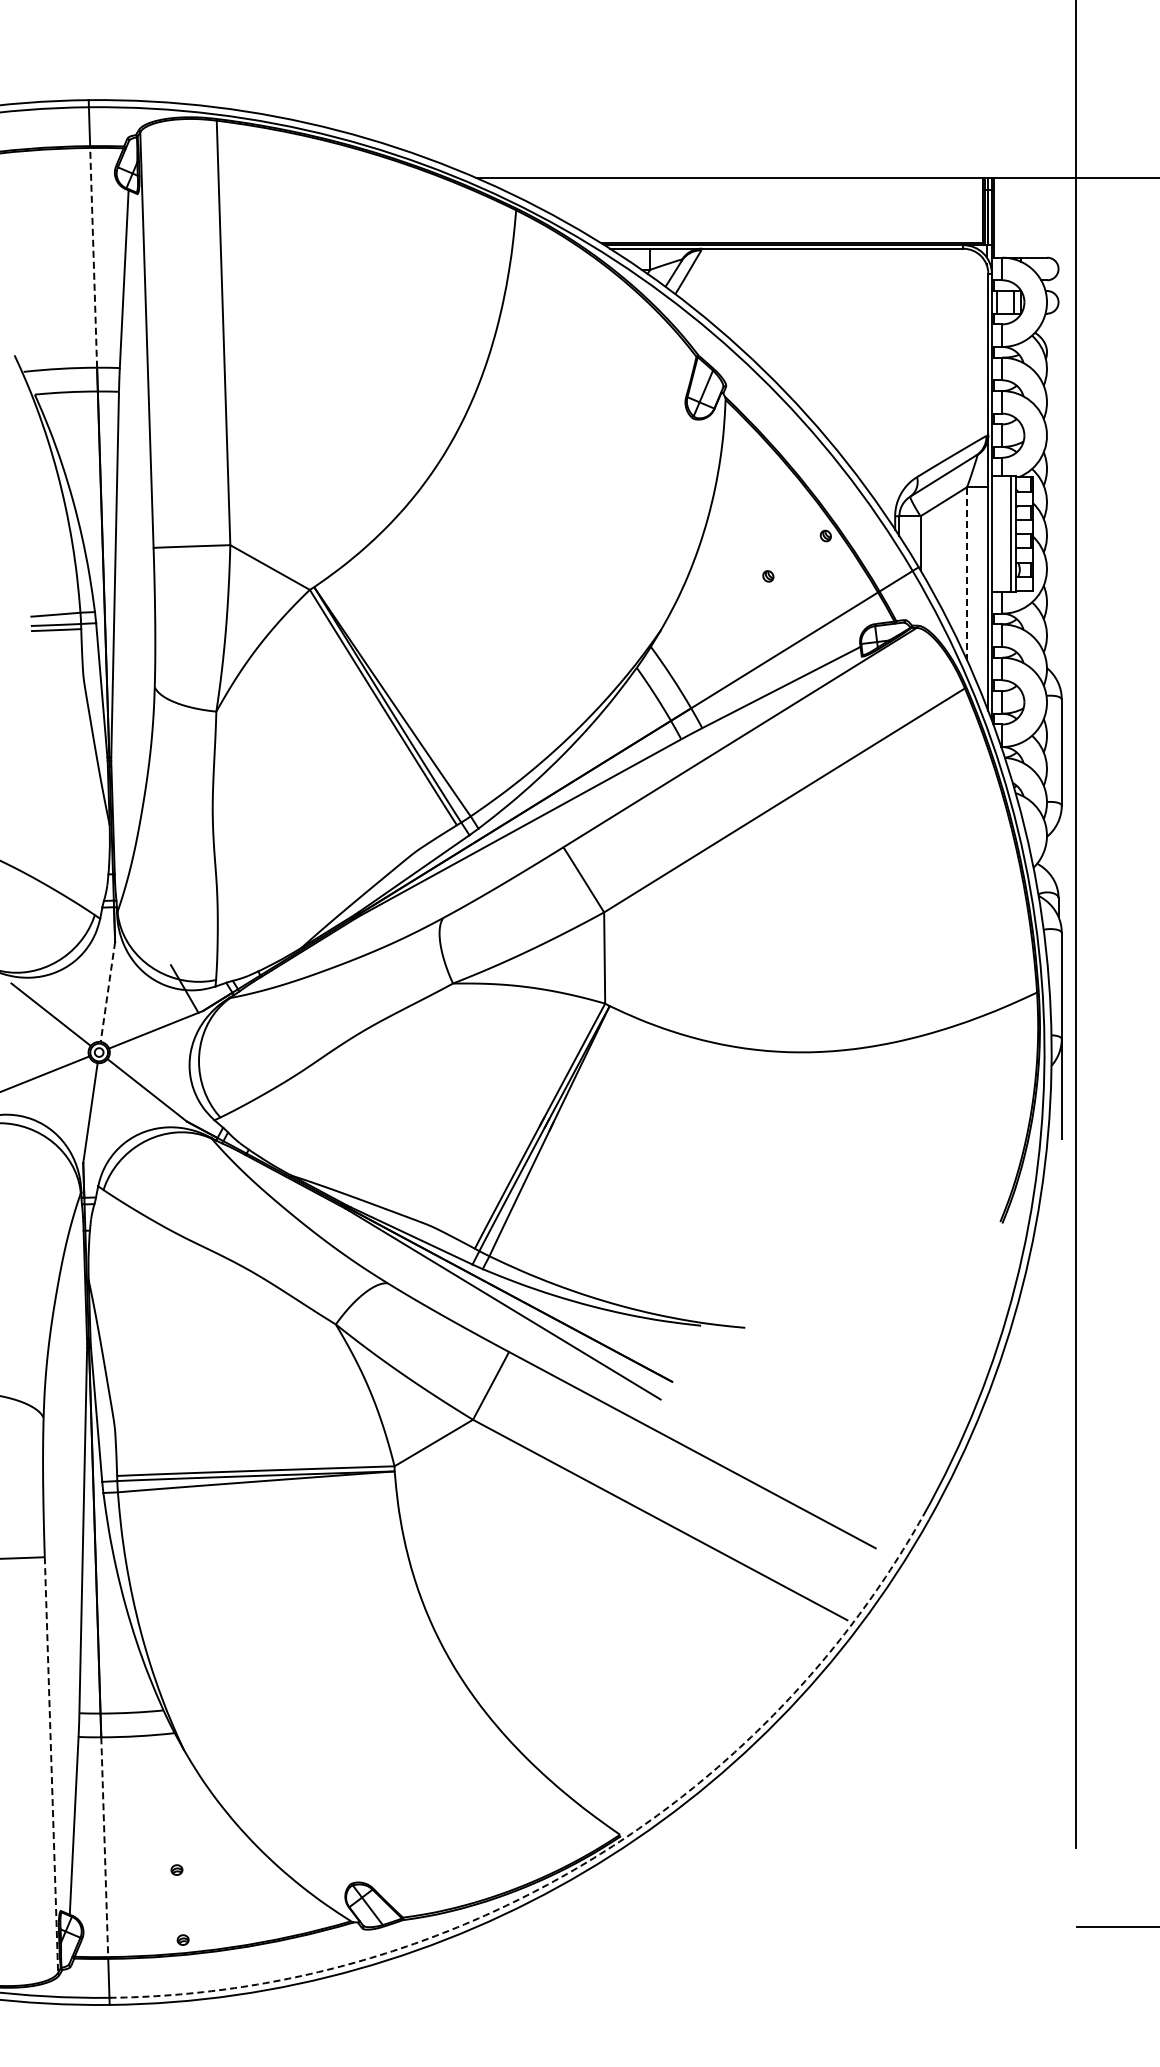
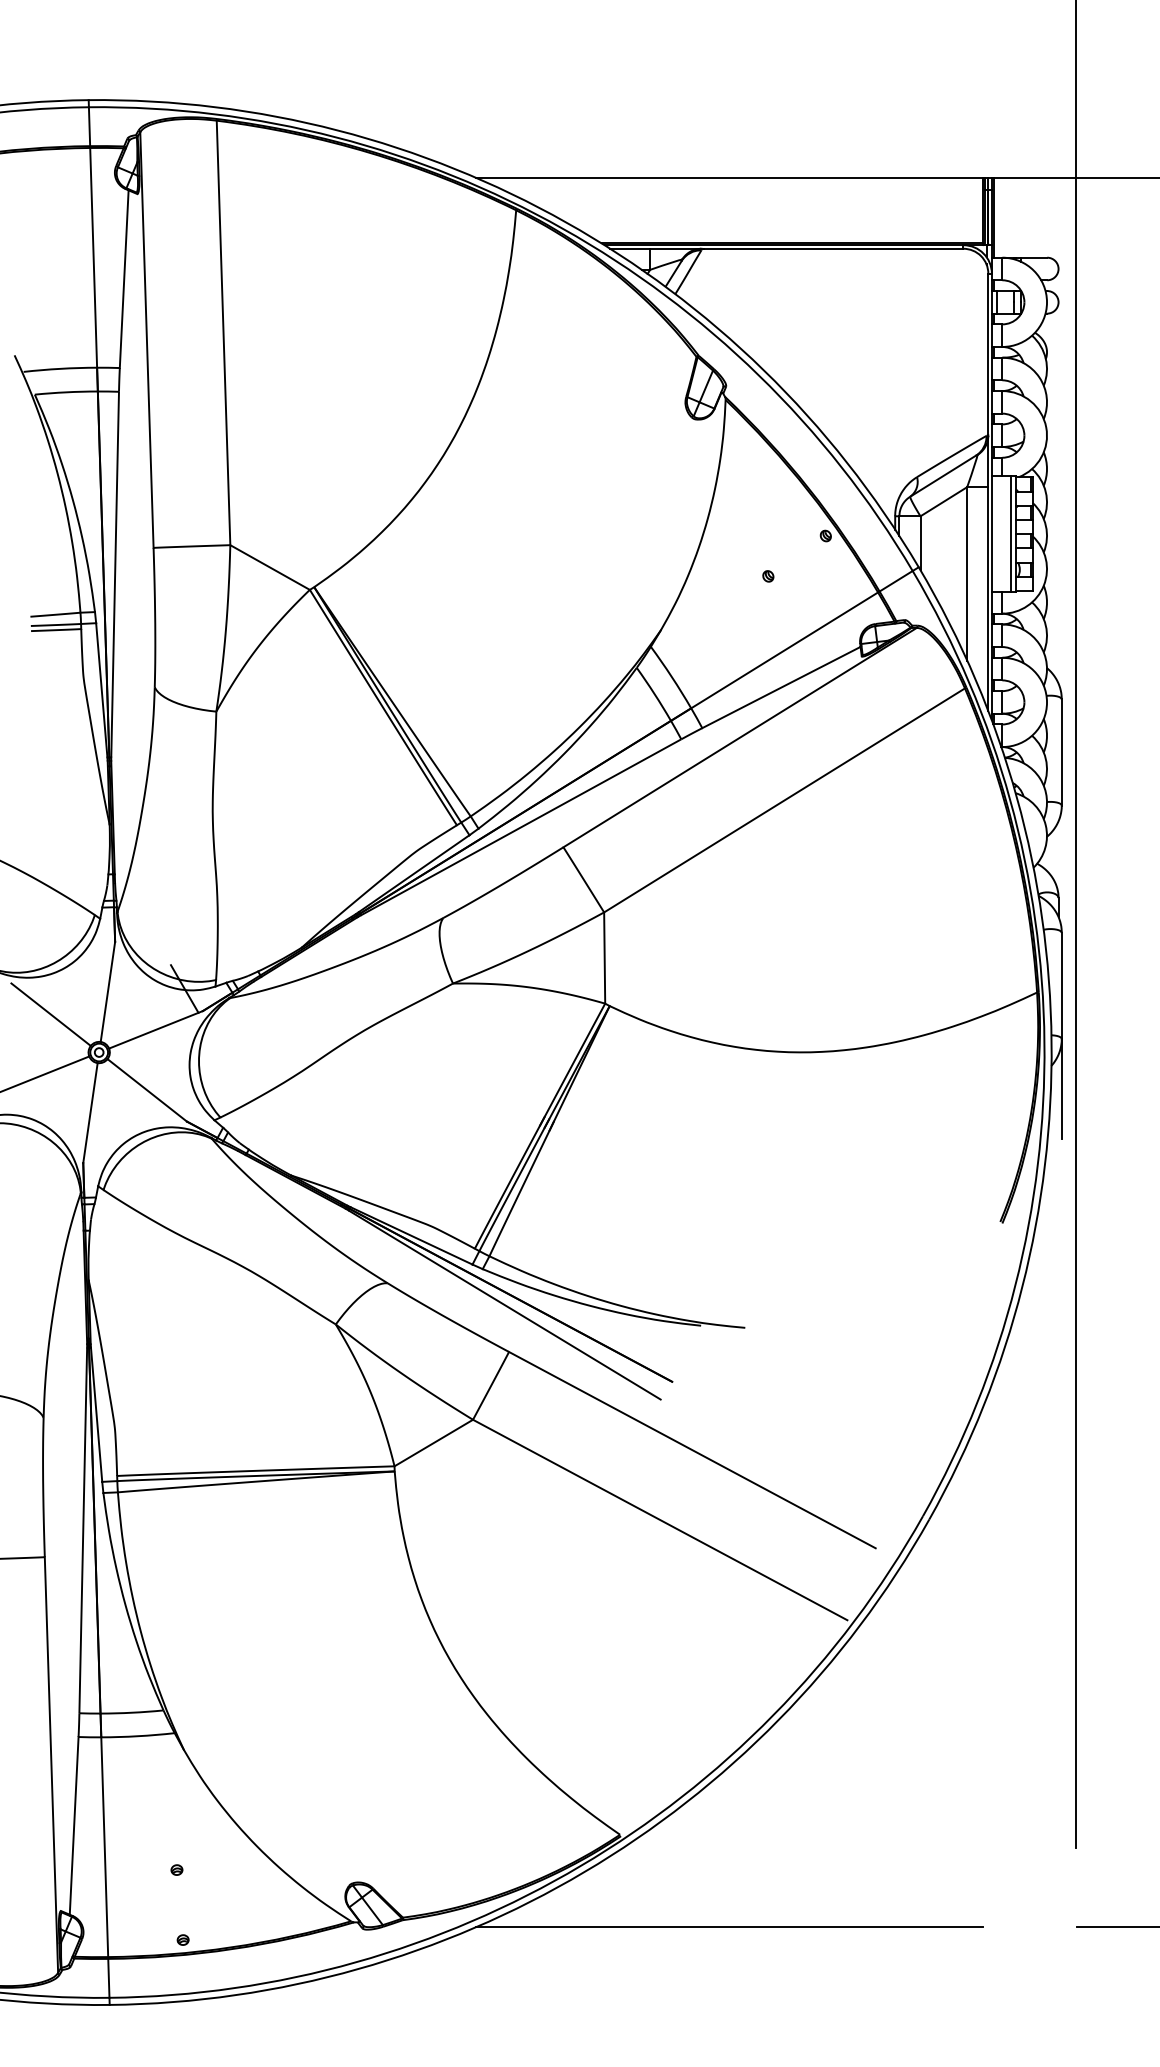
line at (93, 257): dashed -> solid
line at (967, 573): dashed -> solid
line at (107, 991): dashed -> solid
line at (51, 1765): dashed -> solid
line at (104, 1847): dashed -> solid
arc at (580, 1866): dashed -> solid
line at (728, 1927): none -> present
